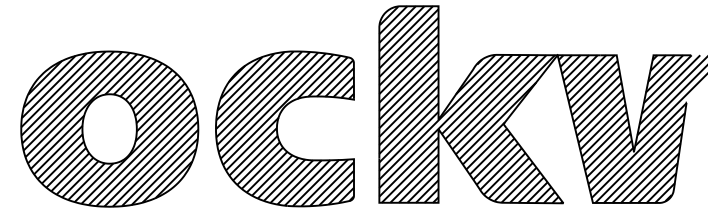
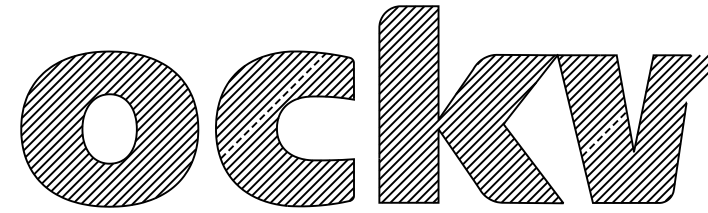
line at (273, 105): solid -> dashed
line at (604, 134): solid -> dashed
